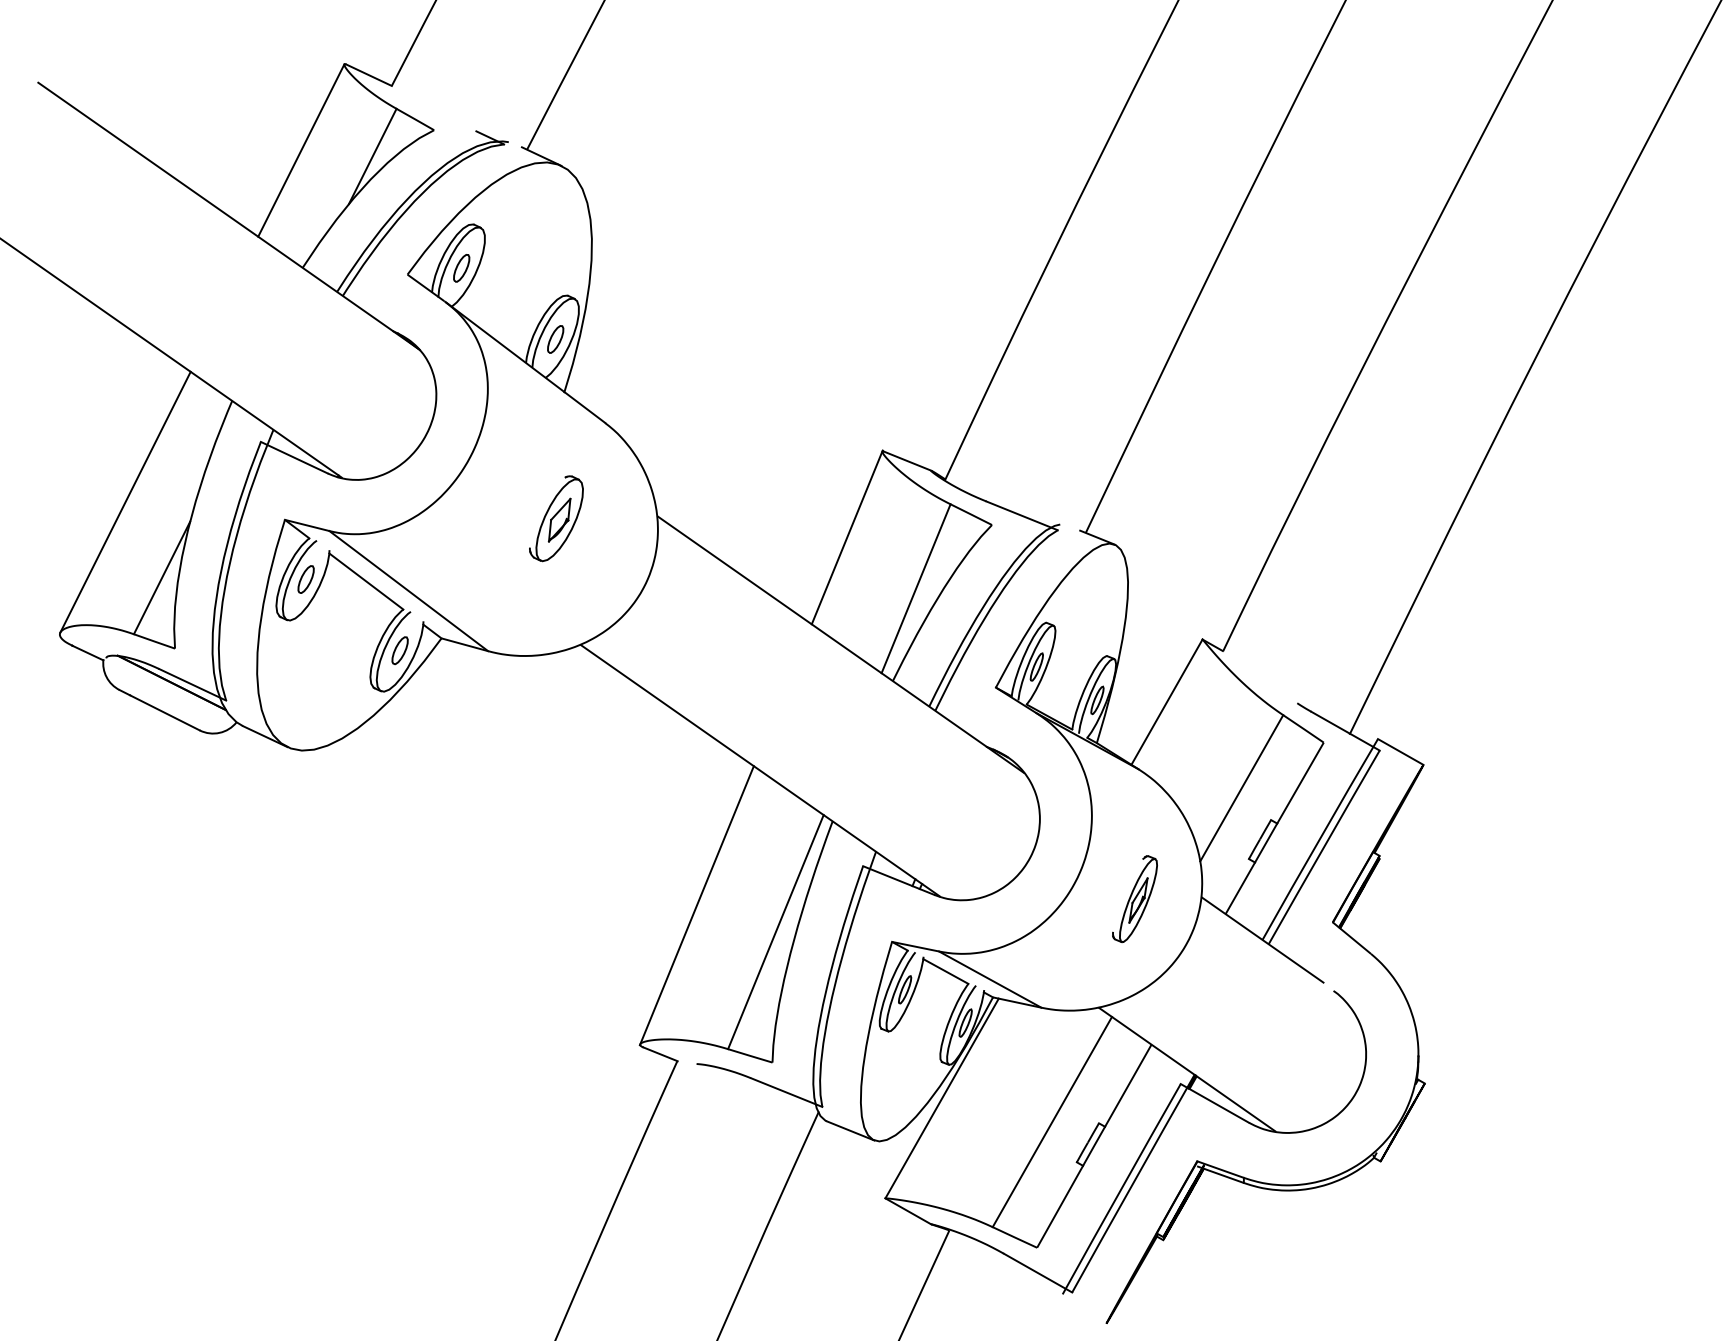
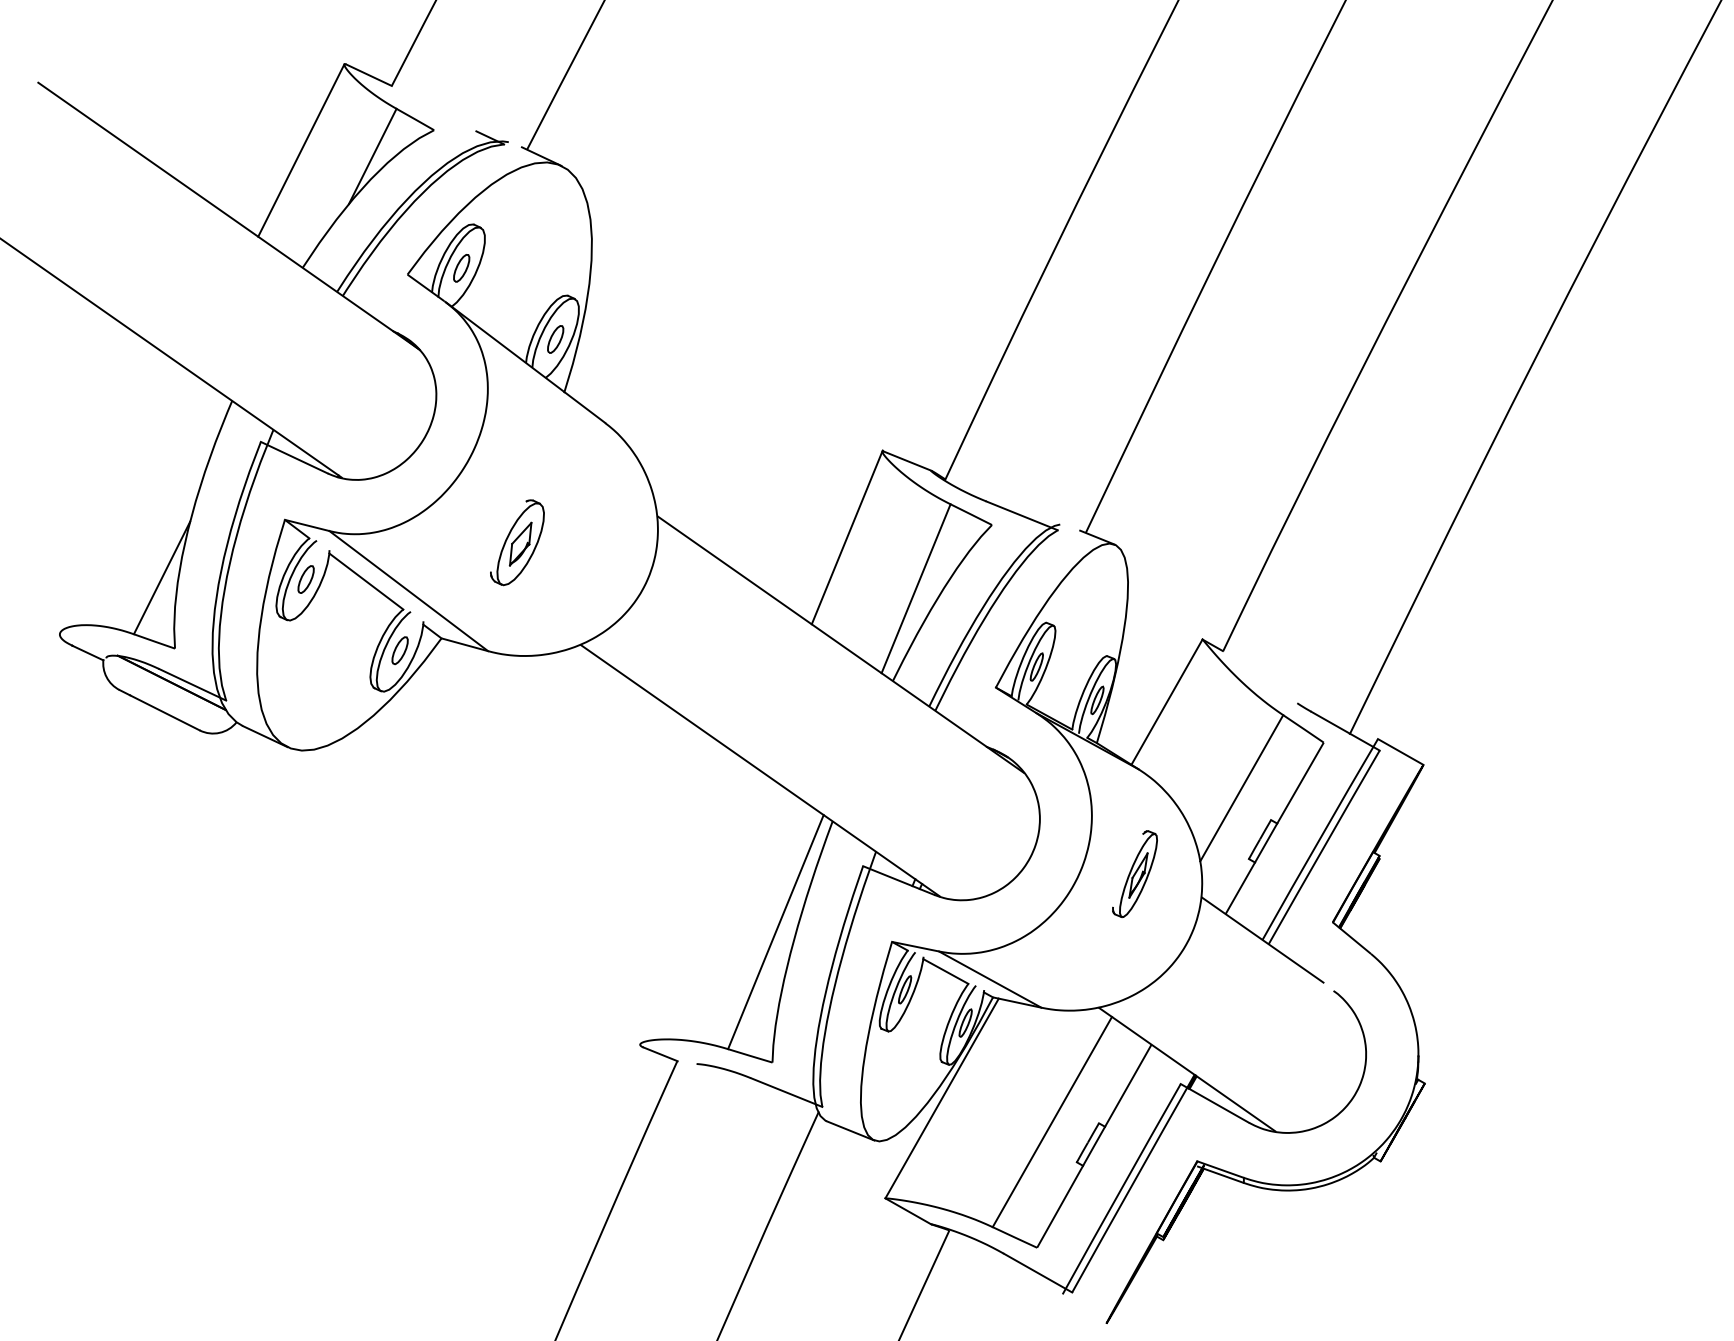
line at (125, 501): present -> none
part at (556, 518) position: (556, 518) -> (517, 542)
part at (1134, 899) position: (1134, 899) -> (1134, 874)
line at (696, 905): present -> none
